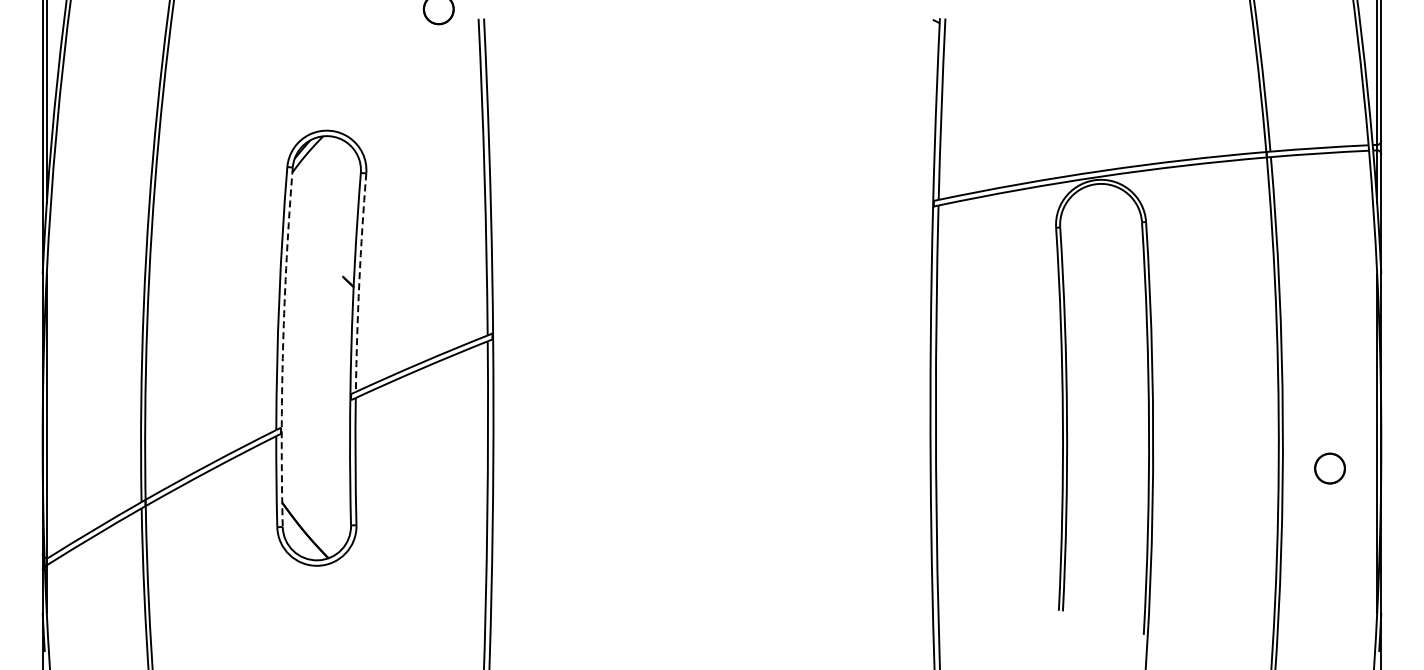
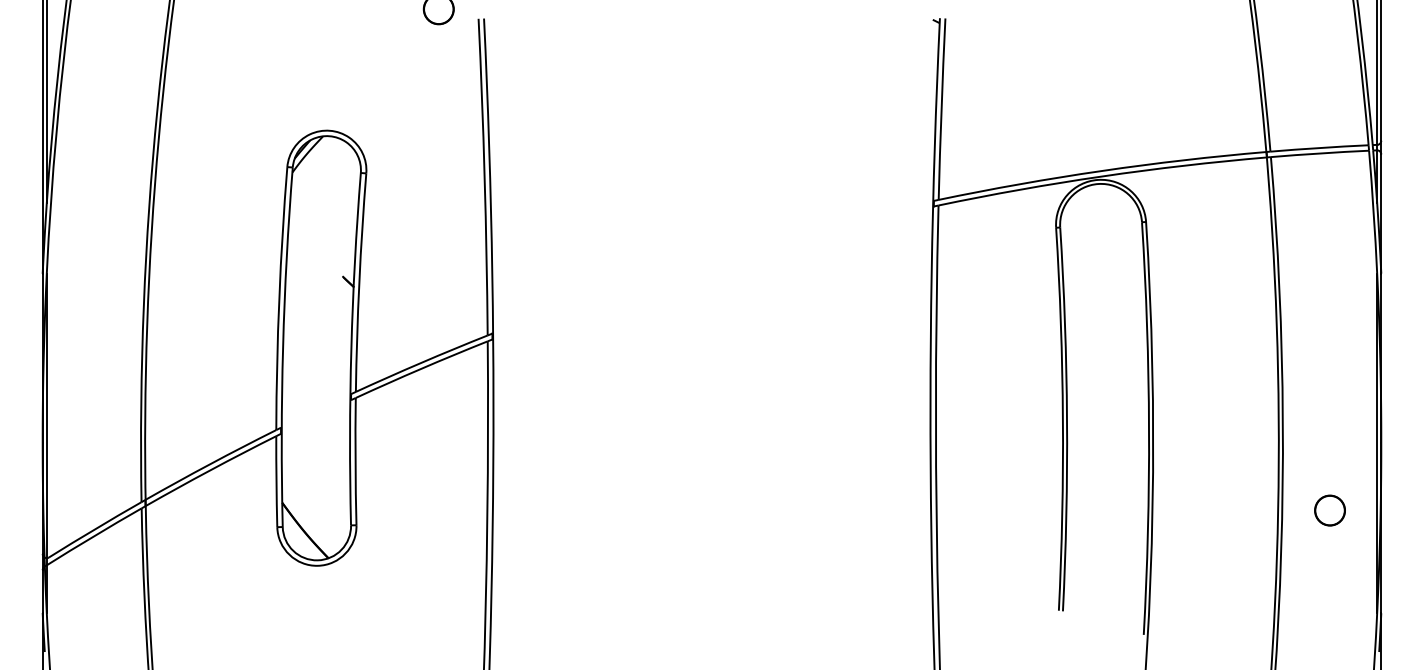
arc at (359, 282): dashed -> solid
arc at (283, 347): dashed -> solid
circle at (1329, 468) position: (1329, 468) -> (1329, 510)
